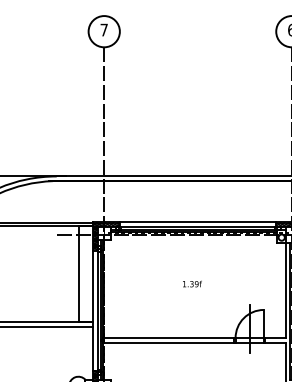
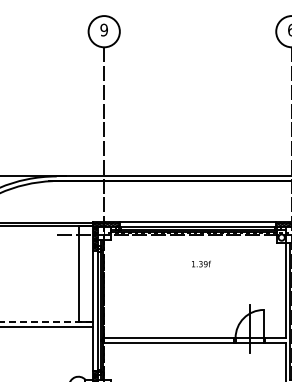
text at (103, 29): 7 -> 9
text at (192, 283) position: (192, 283) -> (201, 263)
line at (46, 321): solid -> dashed
